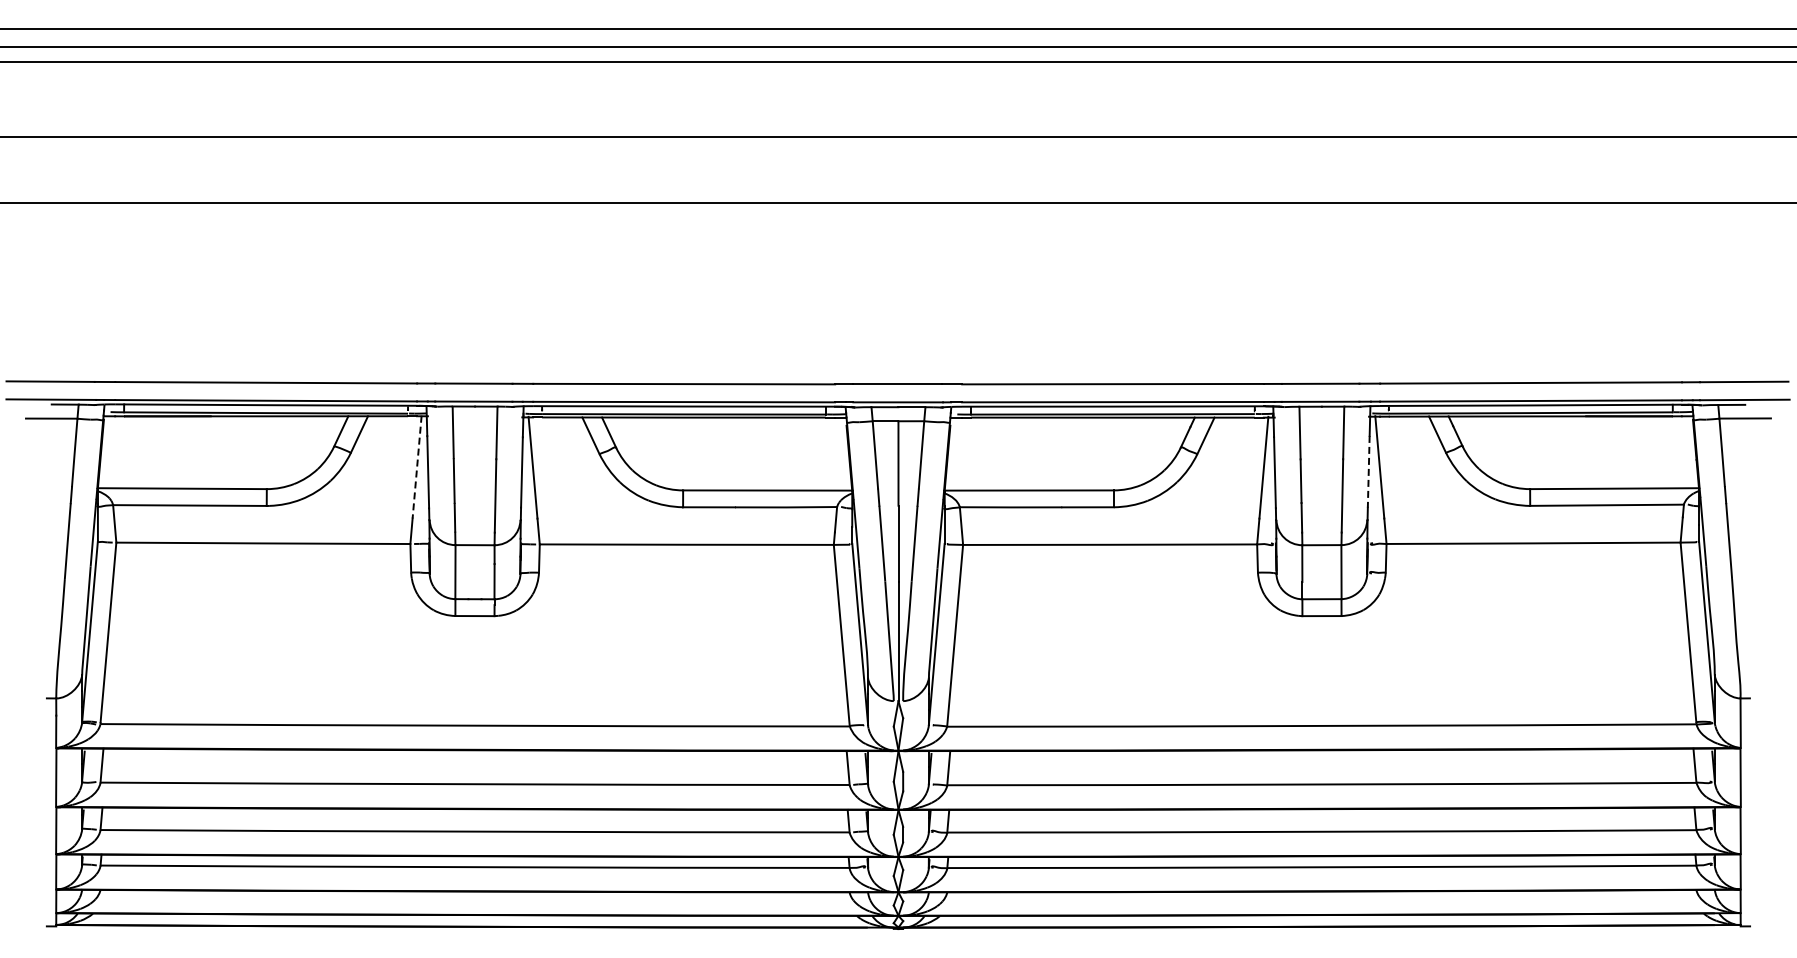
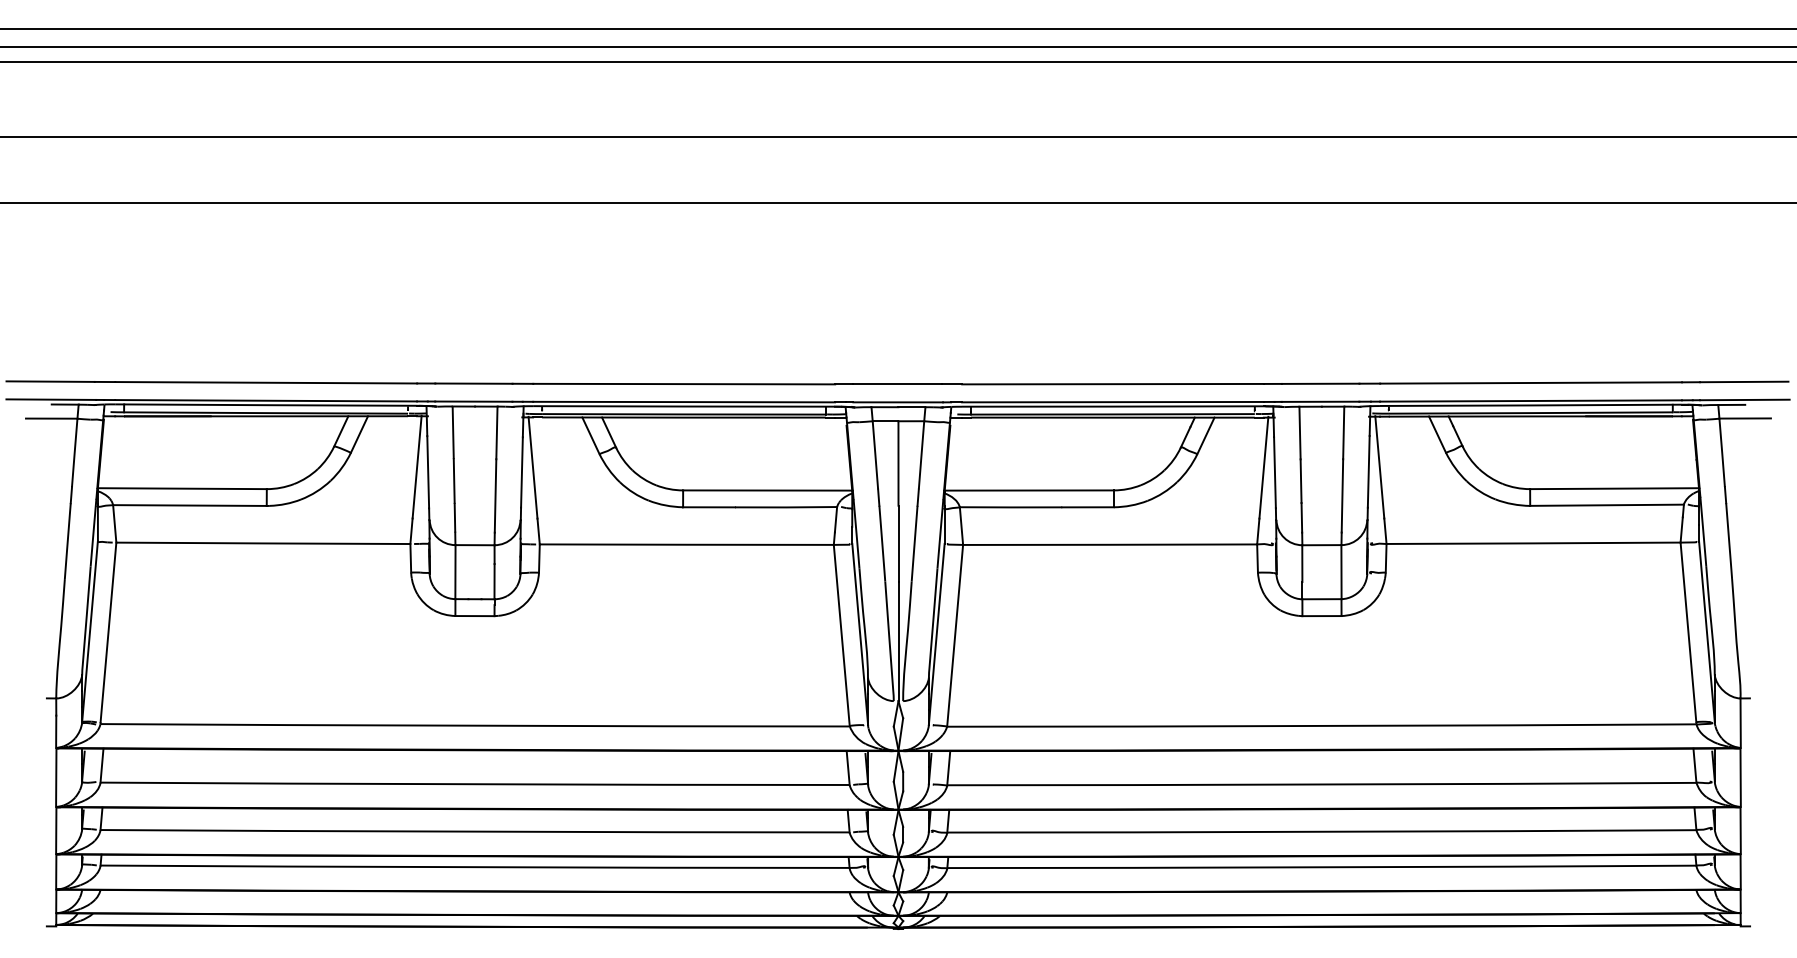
line at (417, 467): dashed -> solid
line at (1368, 471): dashed -> solid
